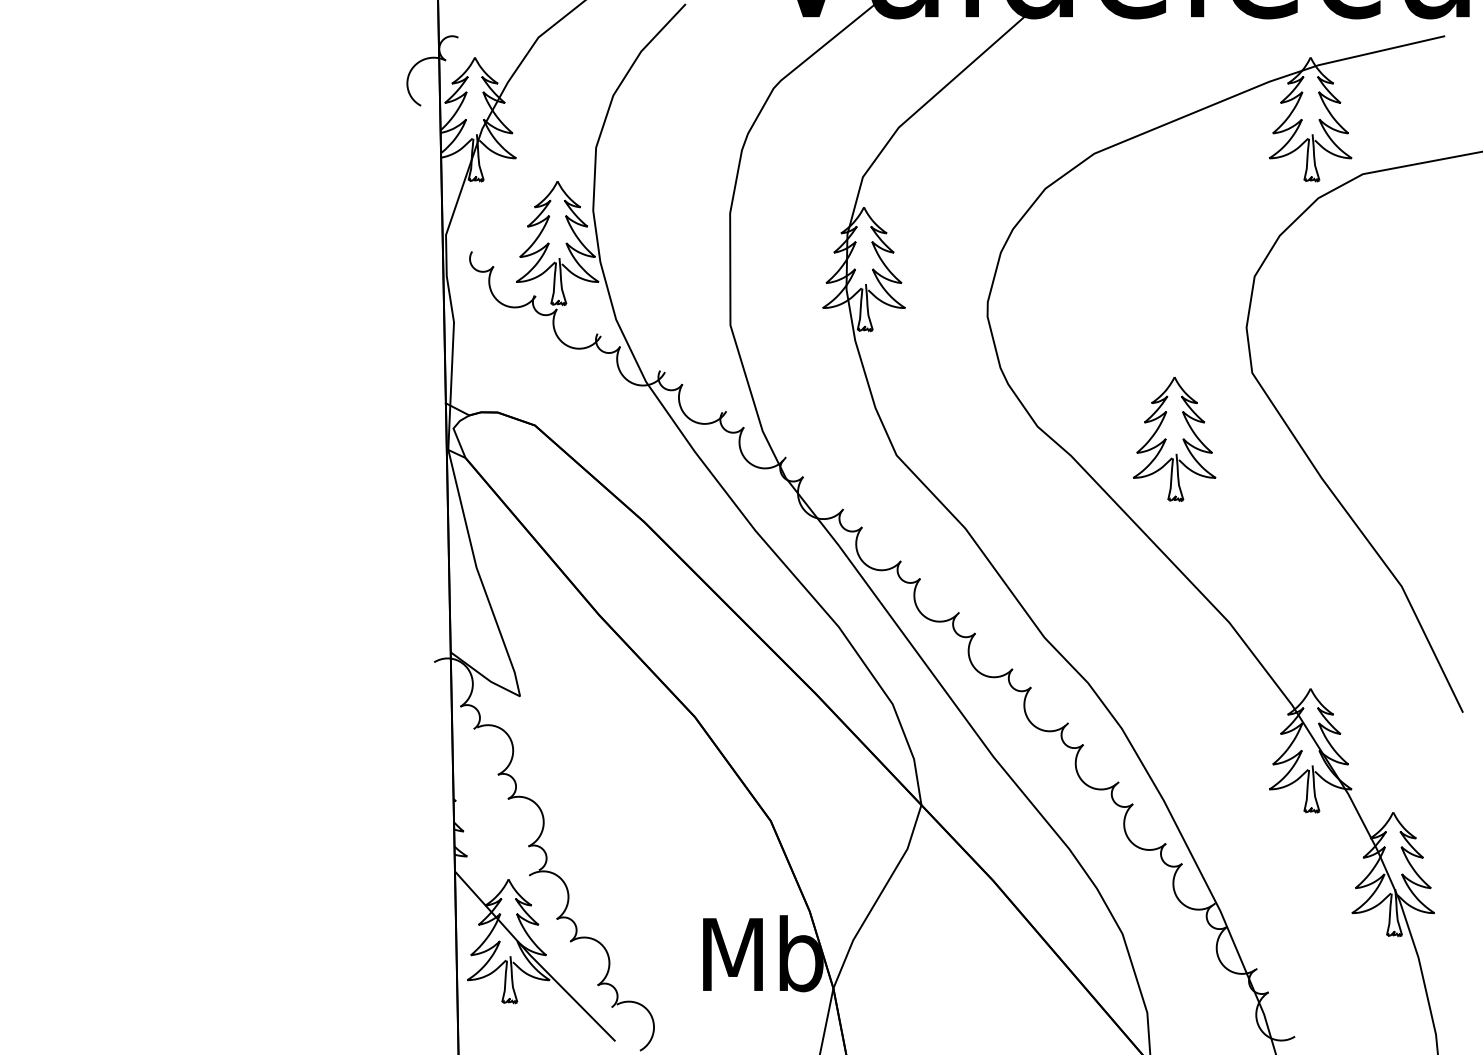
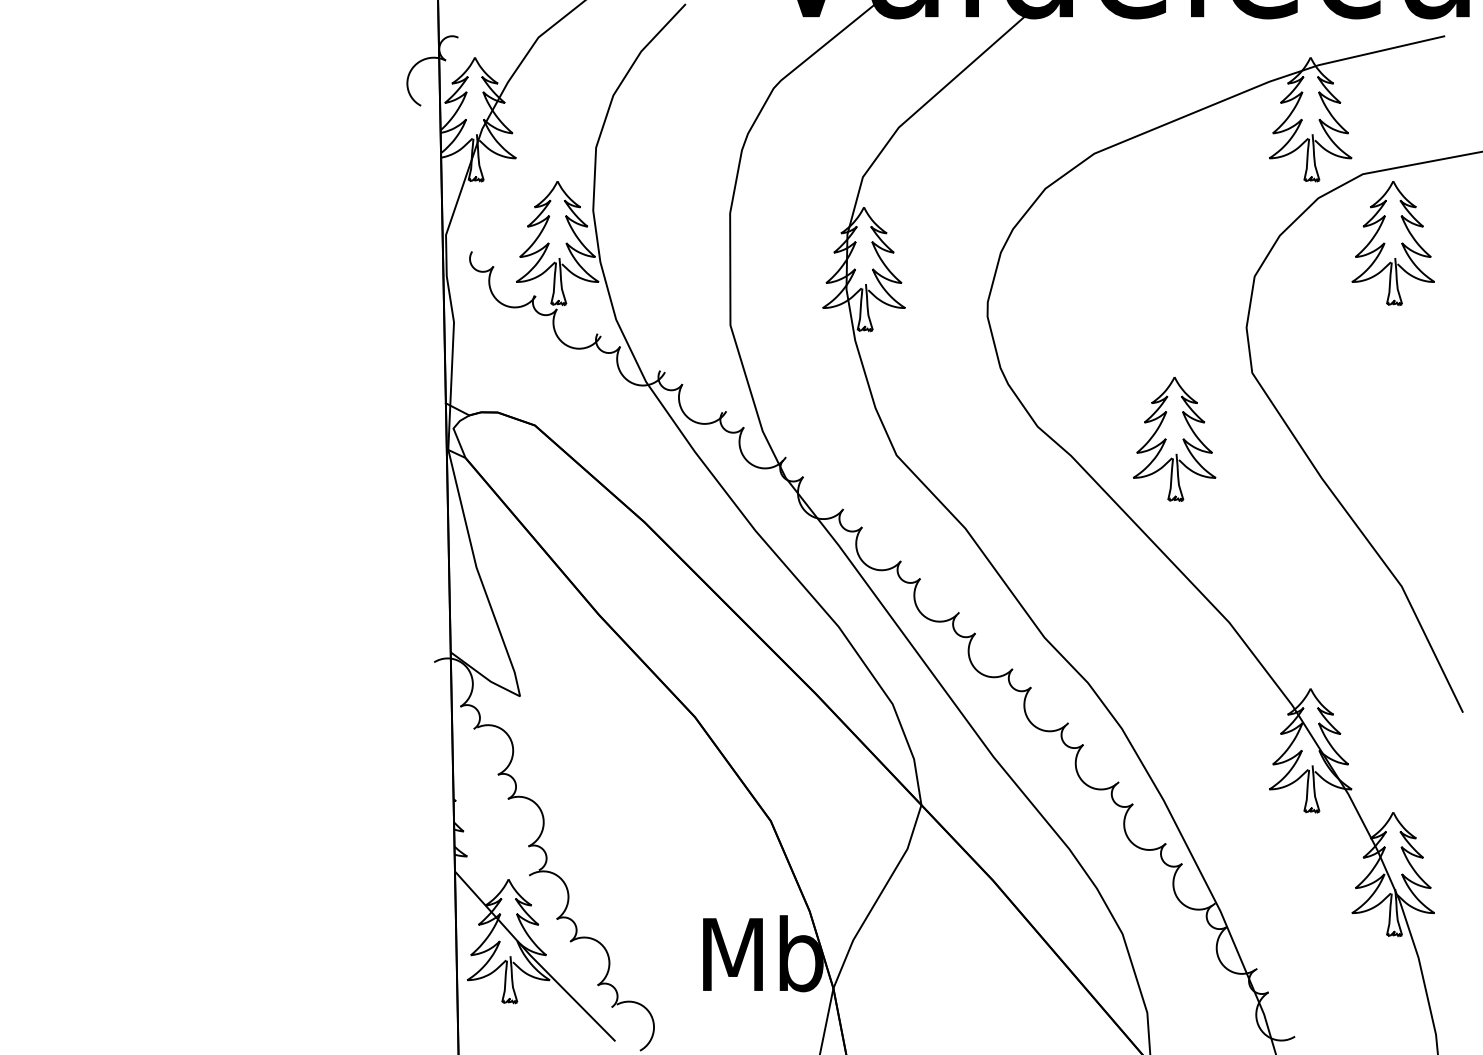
part at (1392, 243): none -> present
